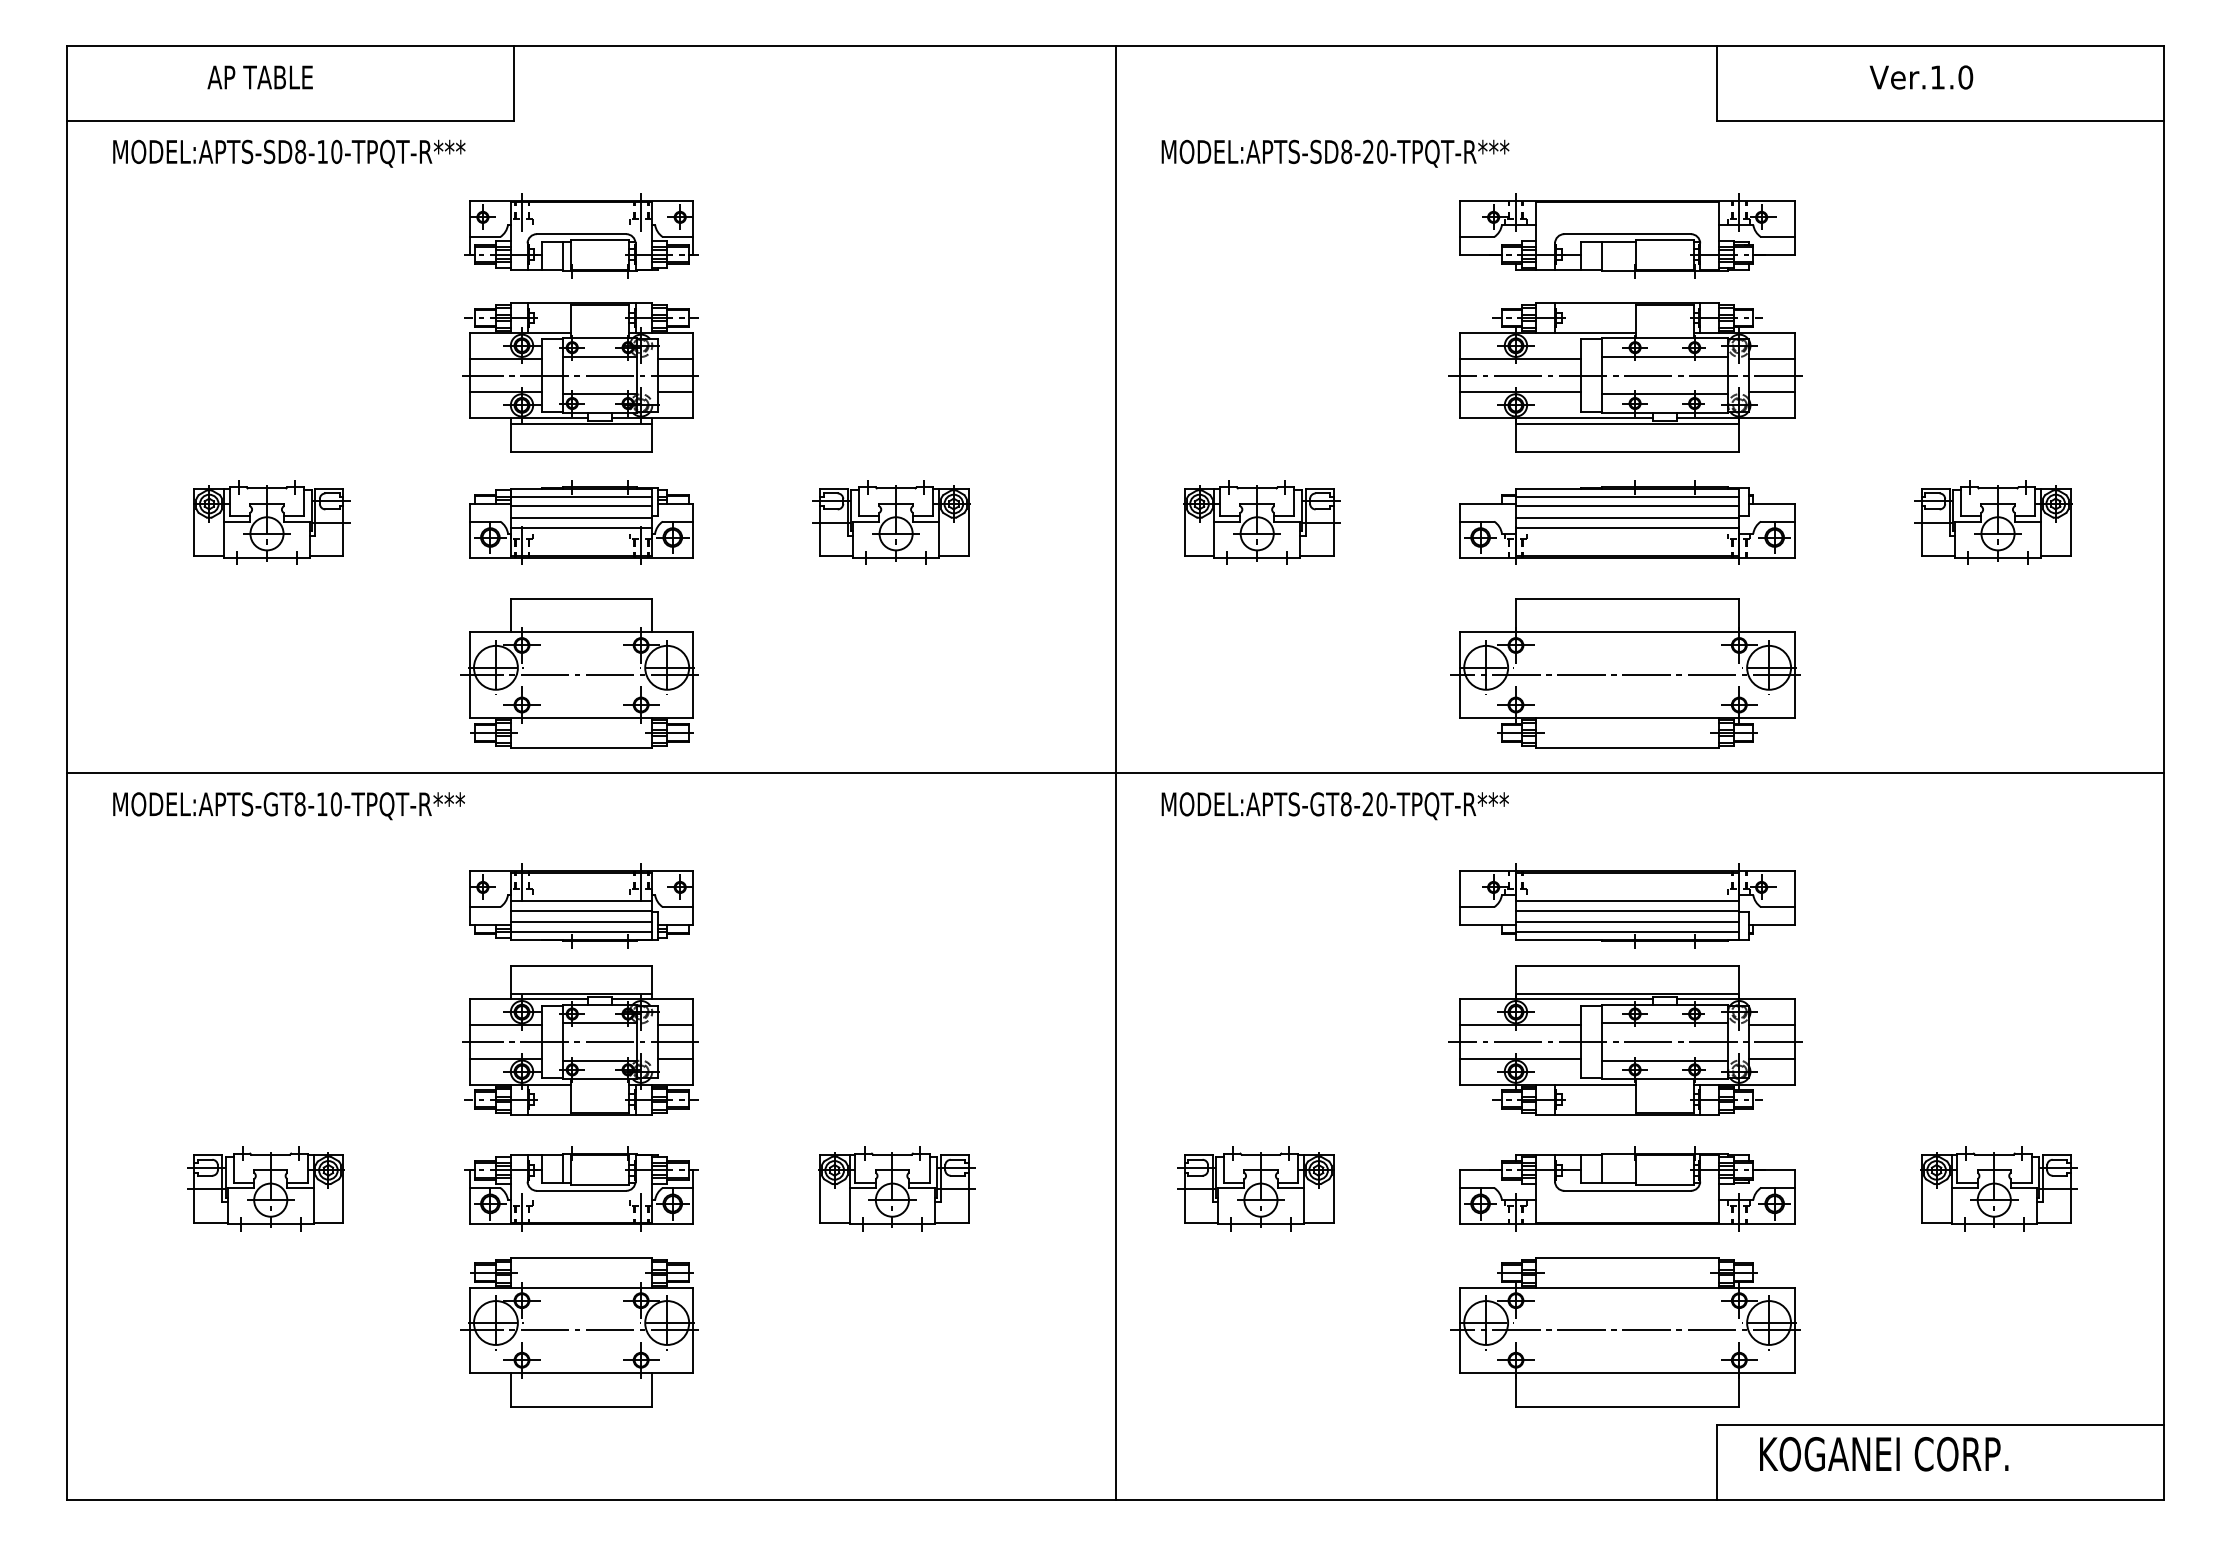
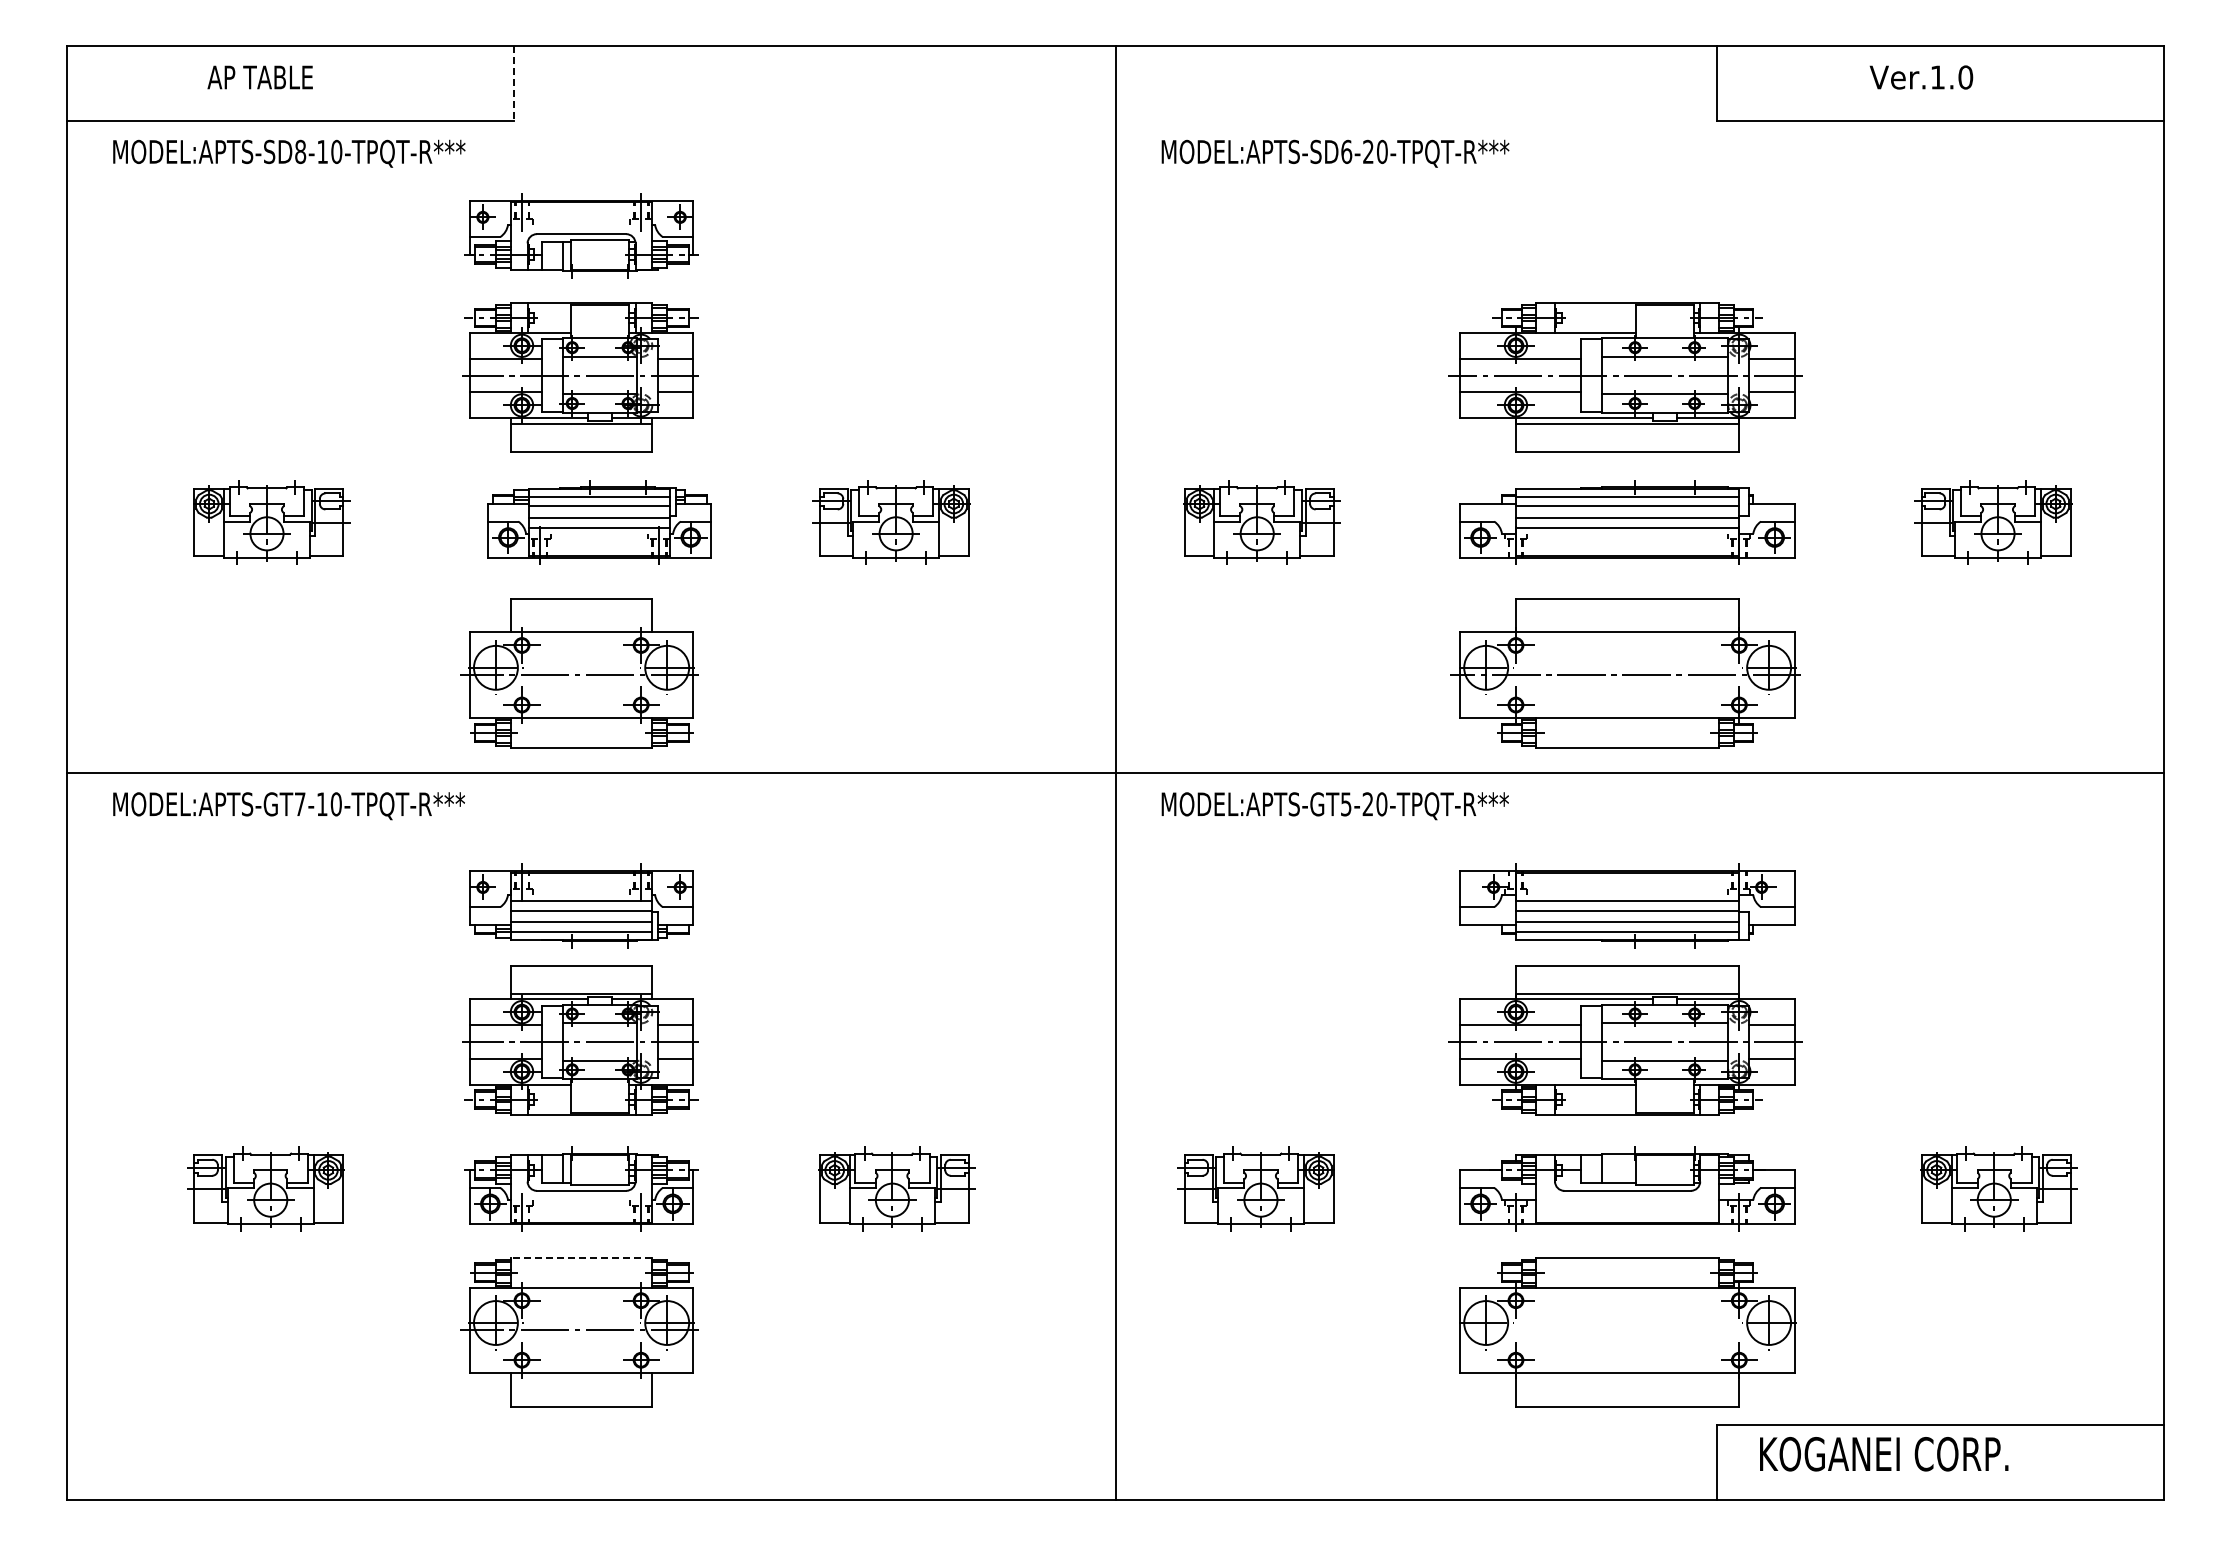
line at (513, 83): solid -> dashed
text at (1346, 151): MODEL:APTS-SD8-20-TPQT-R*** -> MODEL:APTS-SD6-20-TPQT-R***
part at (1627, 235): present -> none
part at (581, 522) position: (581, 522) -> (599, 522)
text at (299, 804): MODEL:APTS-GT8-10-TPQT-R*** -> MODEL:APTS-GT7-10-TPQT-R***
text at (1345, 804): MODEL:APTS-GT8-20-TPQT-R*** -> MODEL:APTS-GT5-20-TPQT-R***
line at (581, 1257): solid -> dashed
line at (1625, 1330): present -> none
